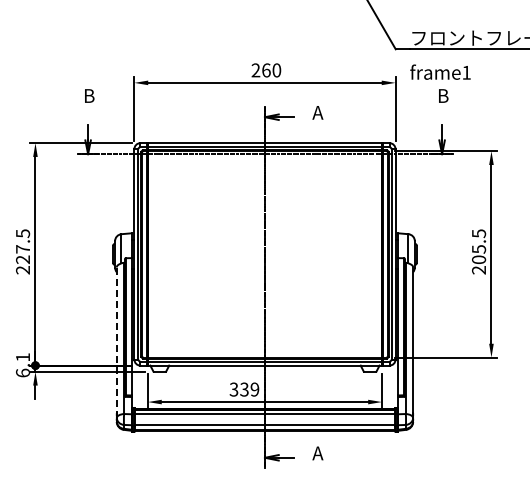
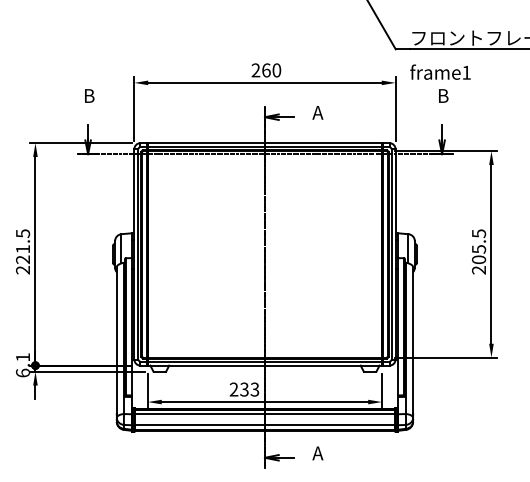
text at (22, 249): 227.5 -> 221.5
line at (116, 340): dashed -> solid
text at (244, 389): 339 -> 233
